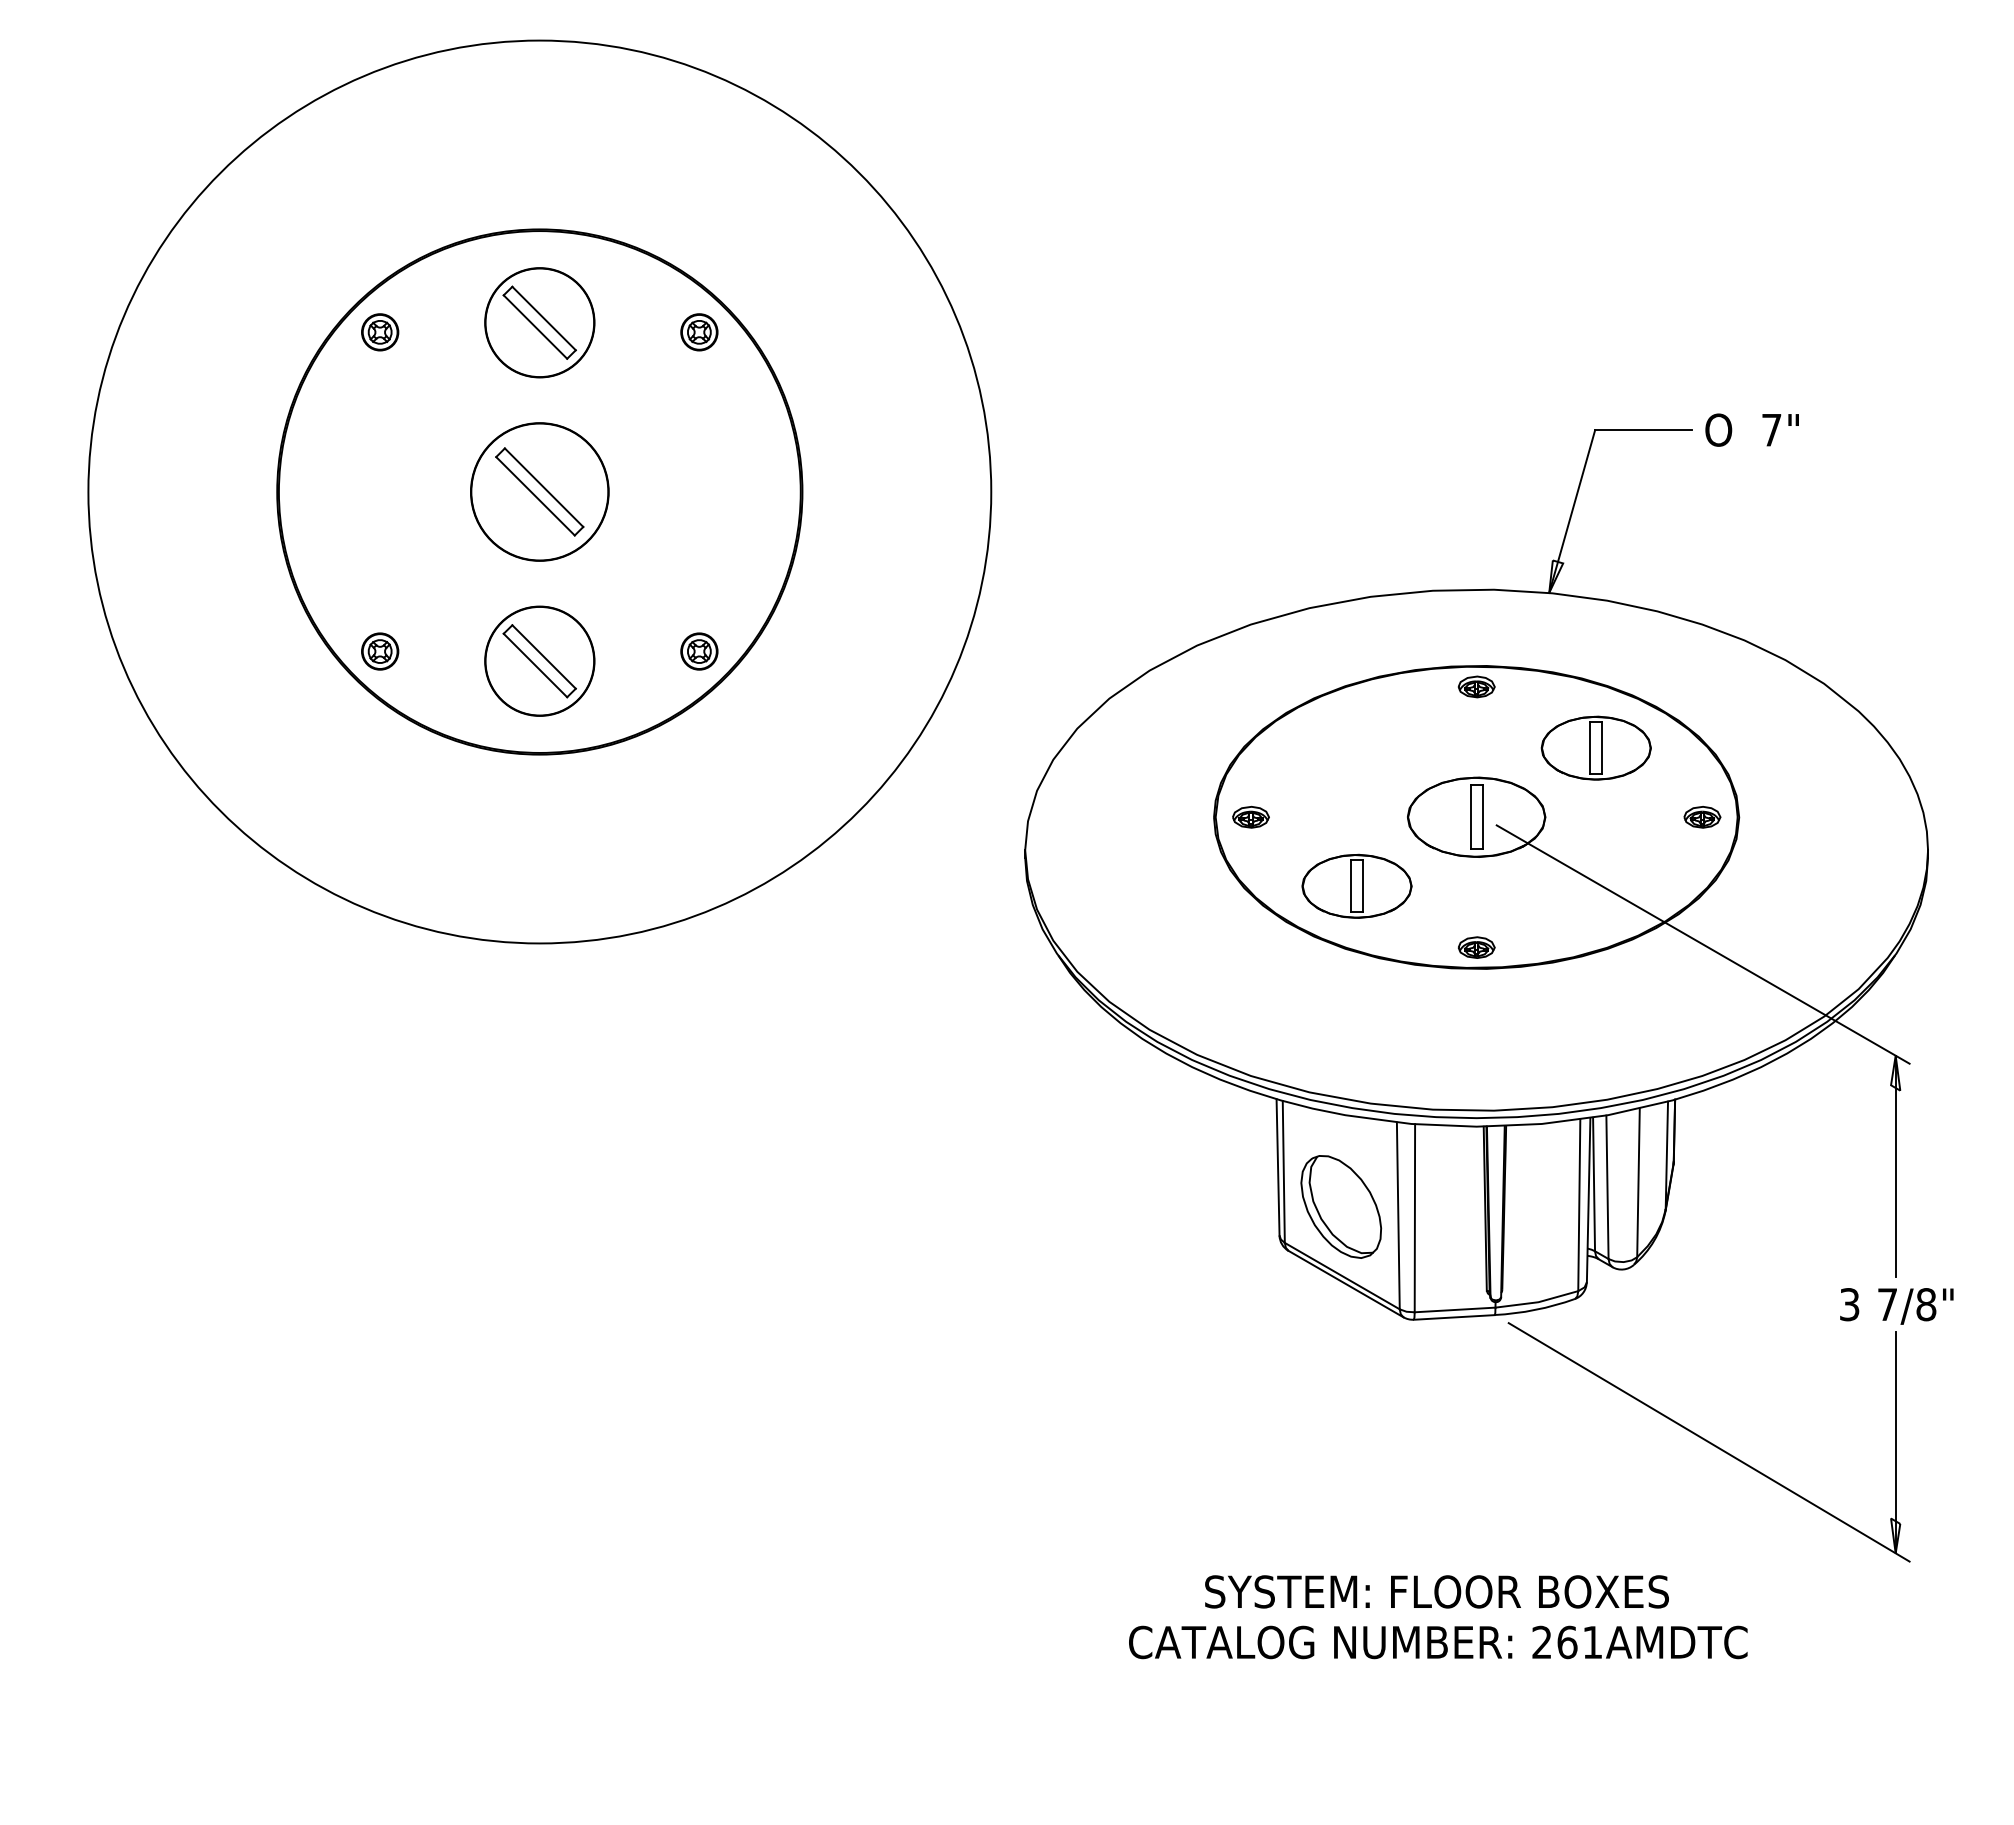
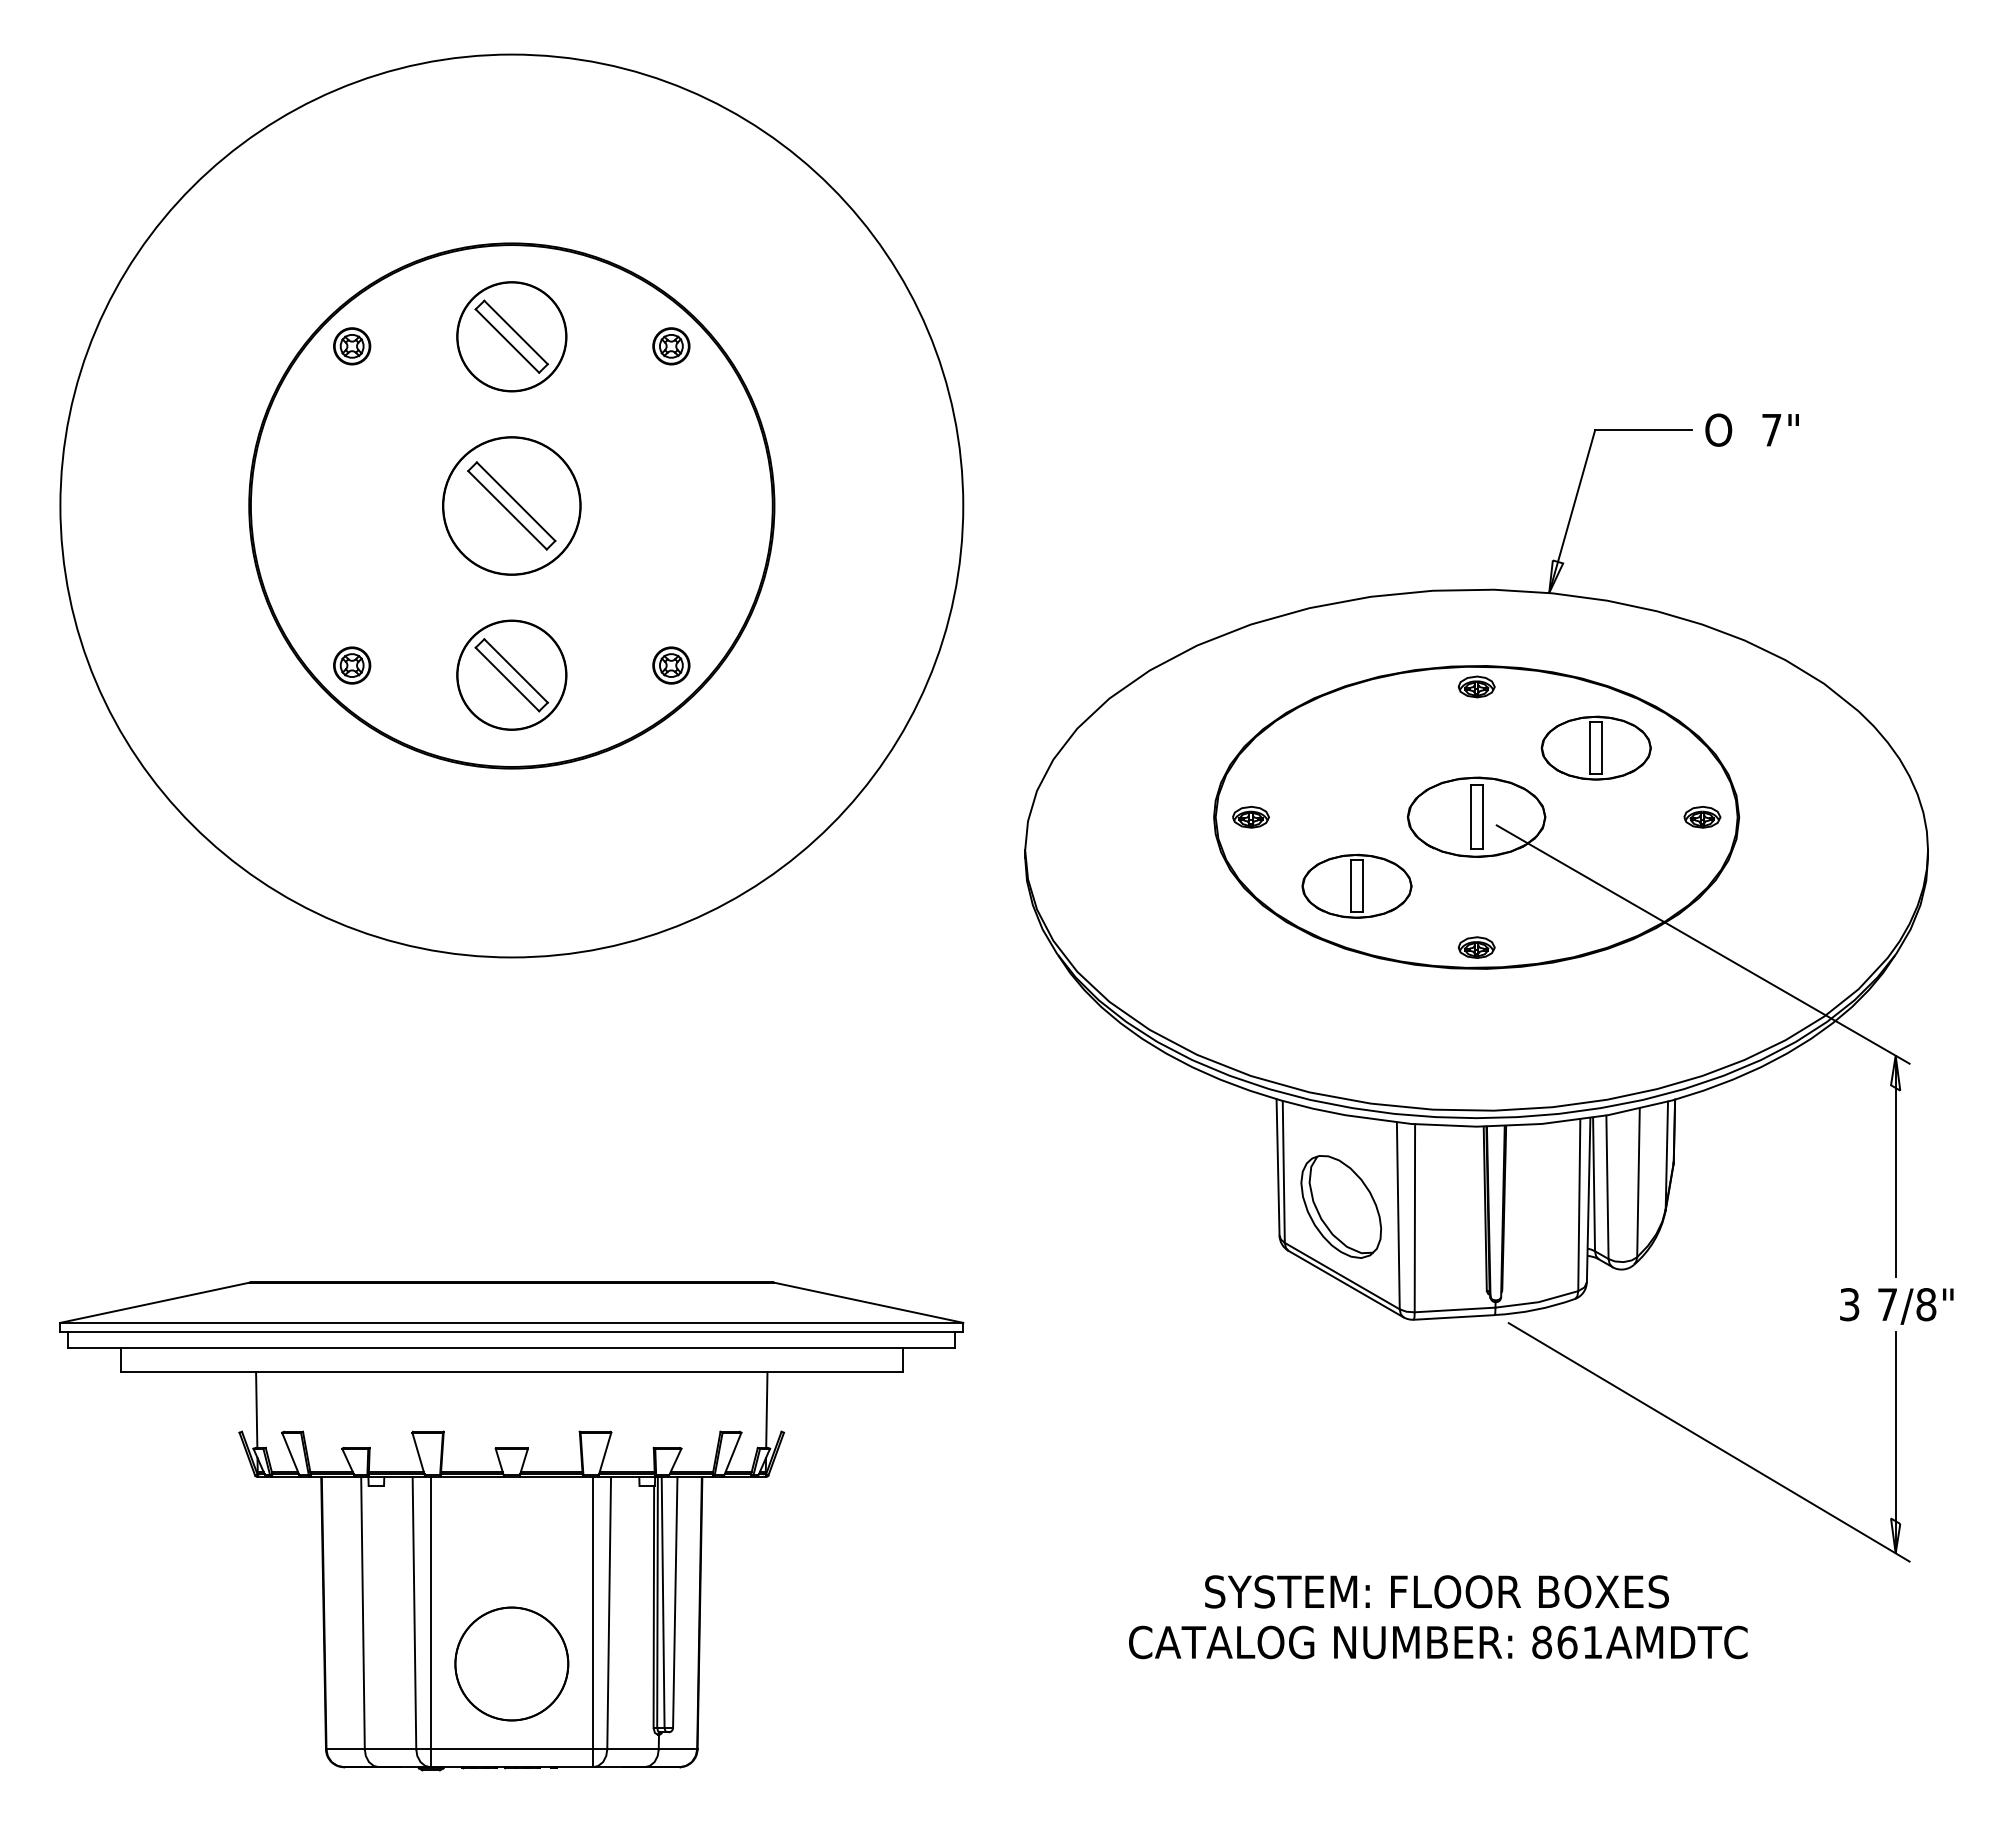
part at (539, 491) position: (539, 491) -> (511, 505)
part at (511, 1526): none -> present
text at (1542, 1642): 261AMDTC -> 861AMDTC
